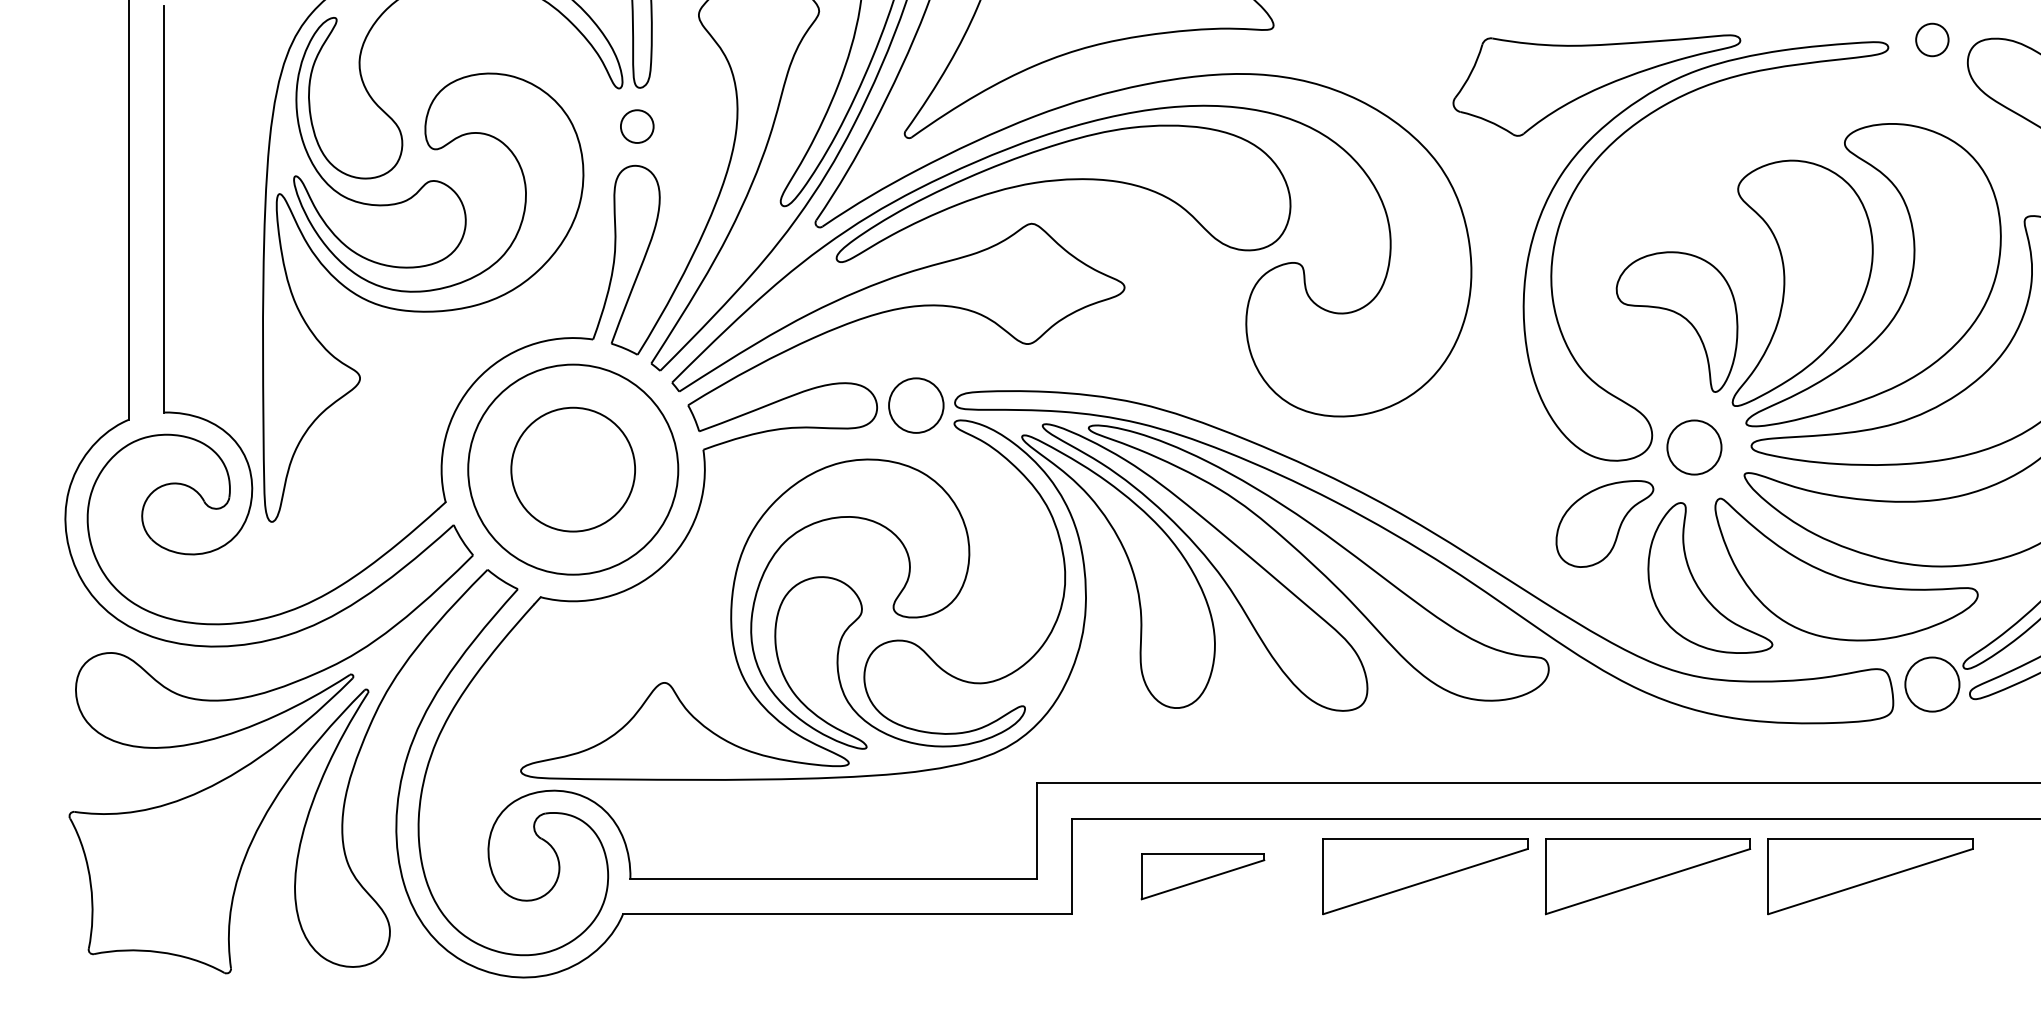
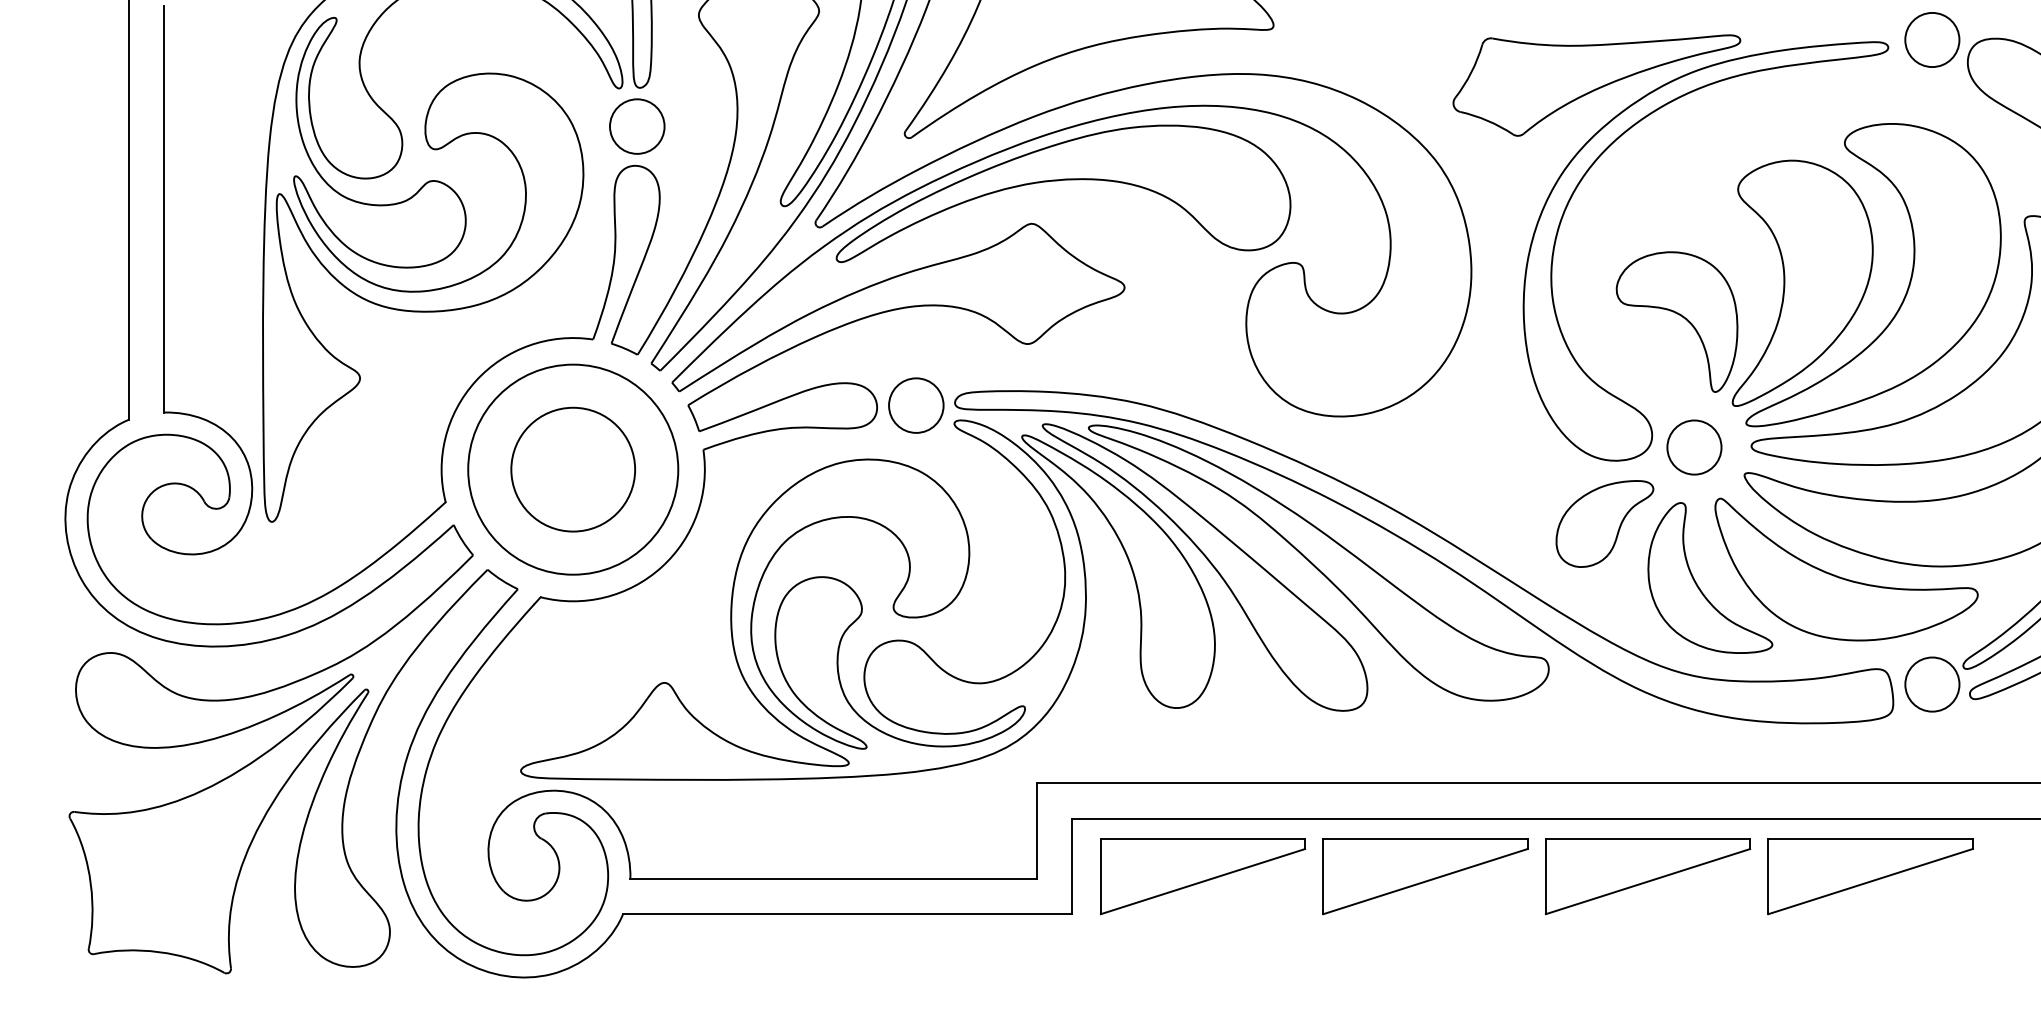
circle at (1932, 39) diameter: 32 px -> 54 px
circle at (636, 126) diameter: 33 px -> 55 px
part at (1202, 876) size: 126x48 px -> 208x78 px
